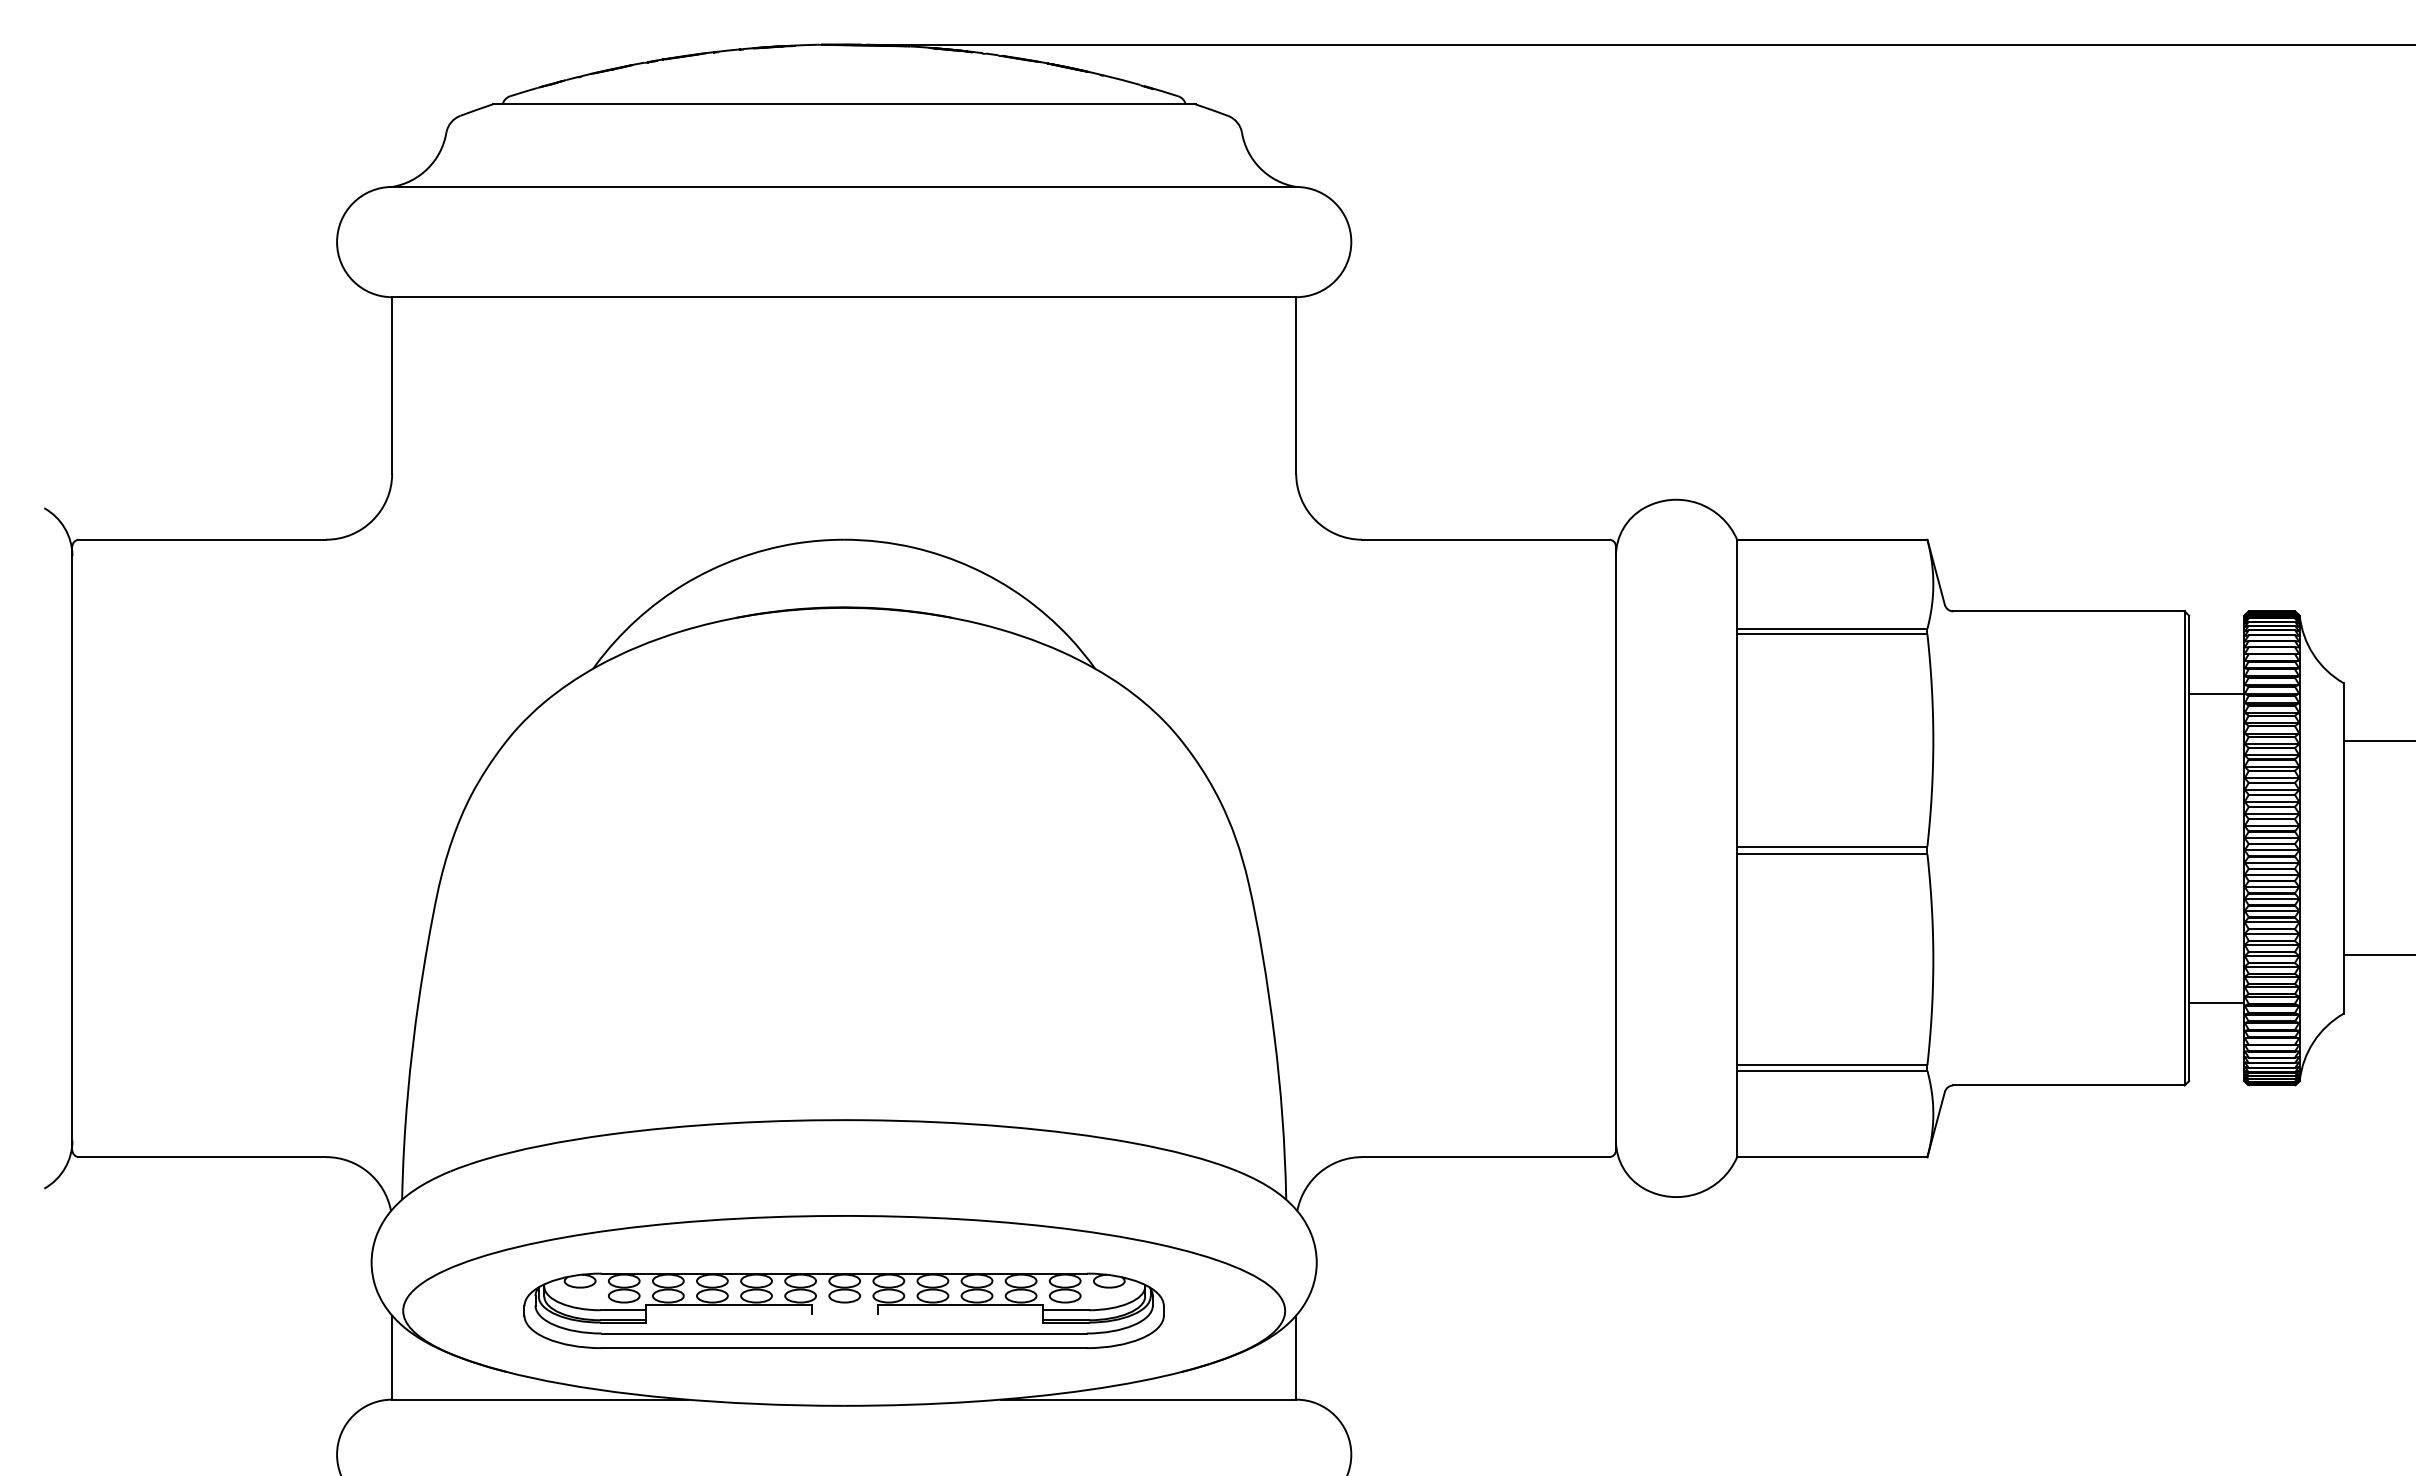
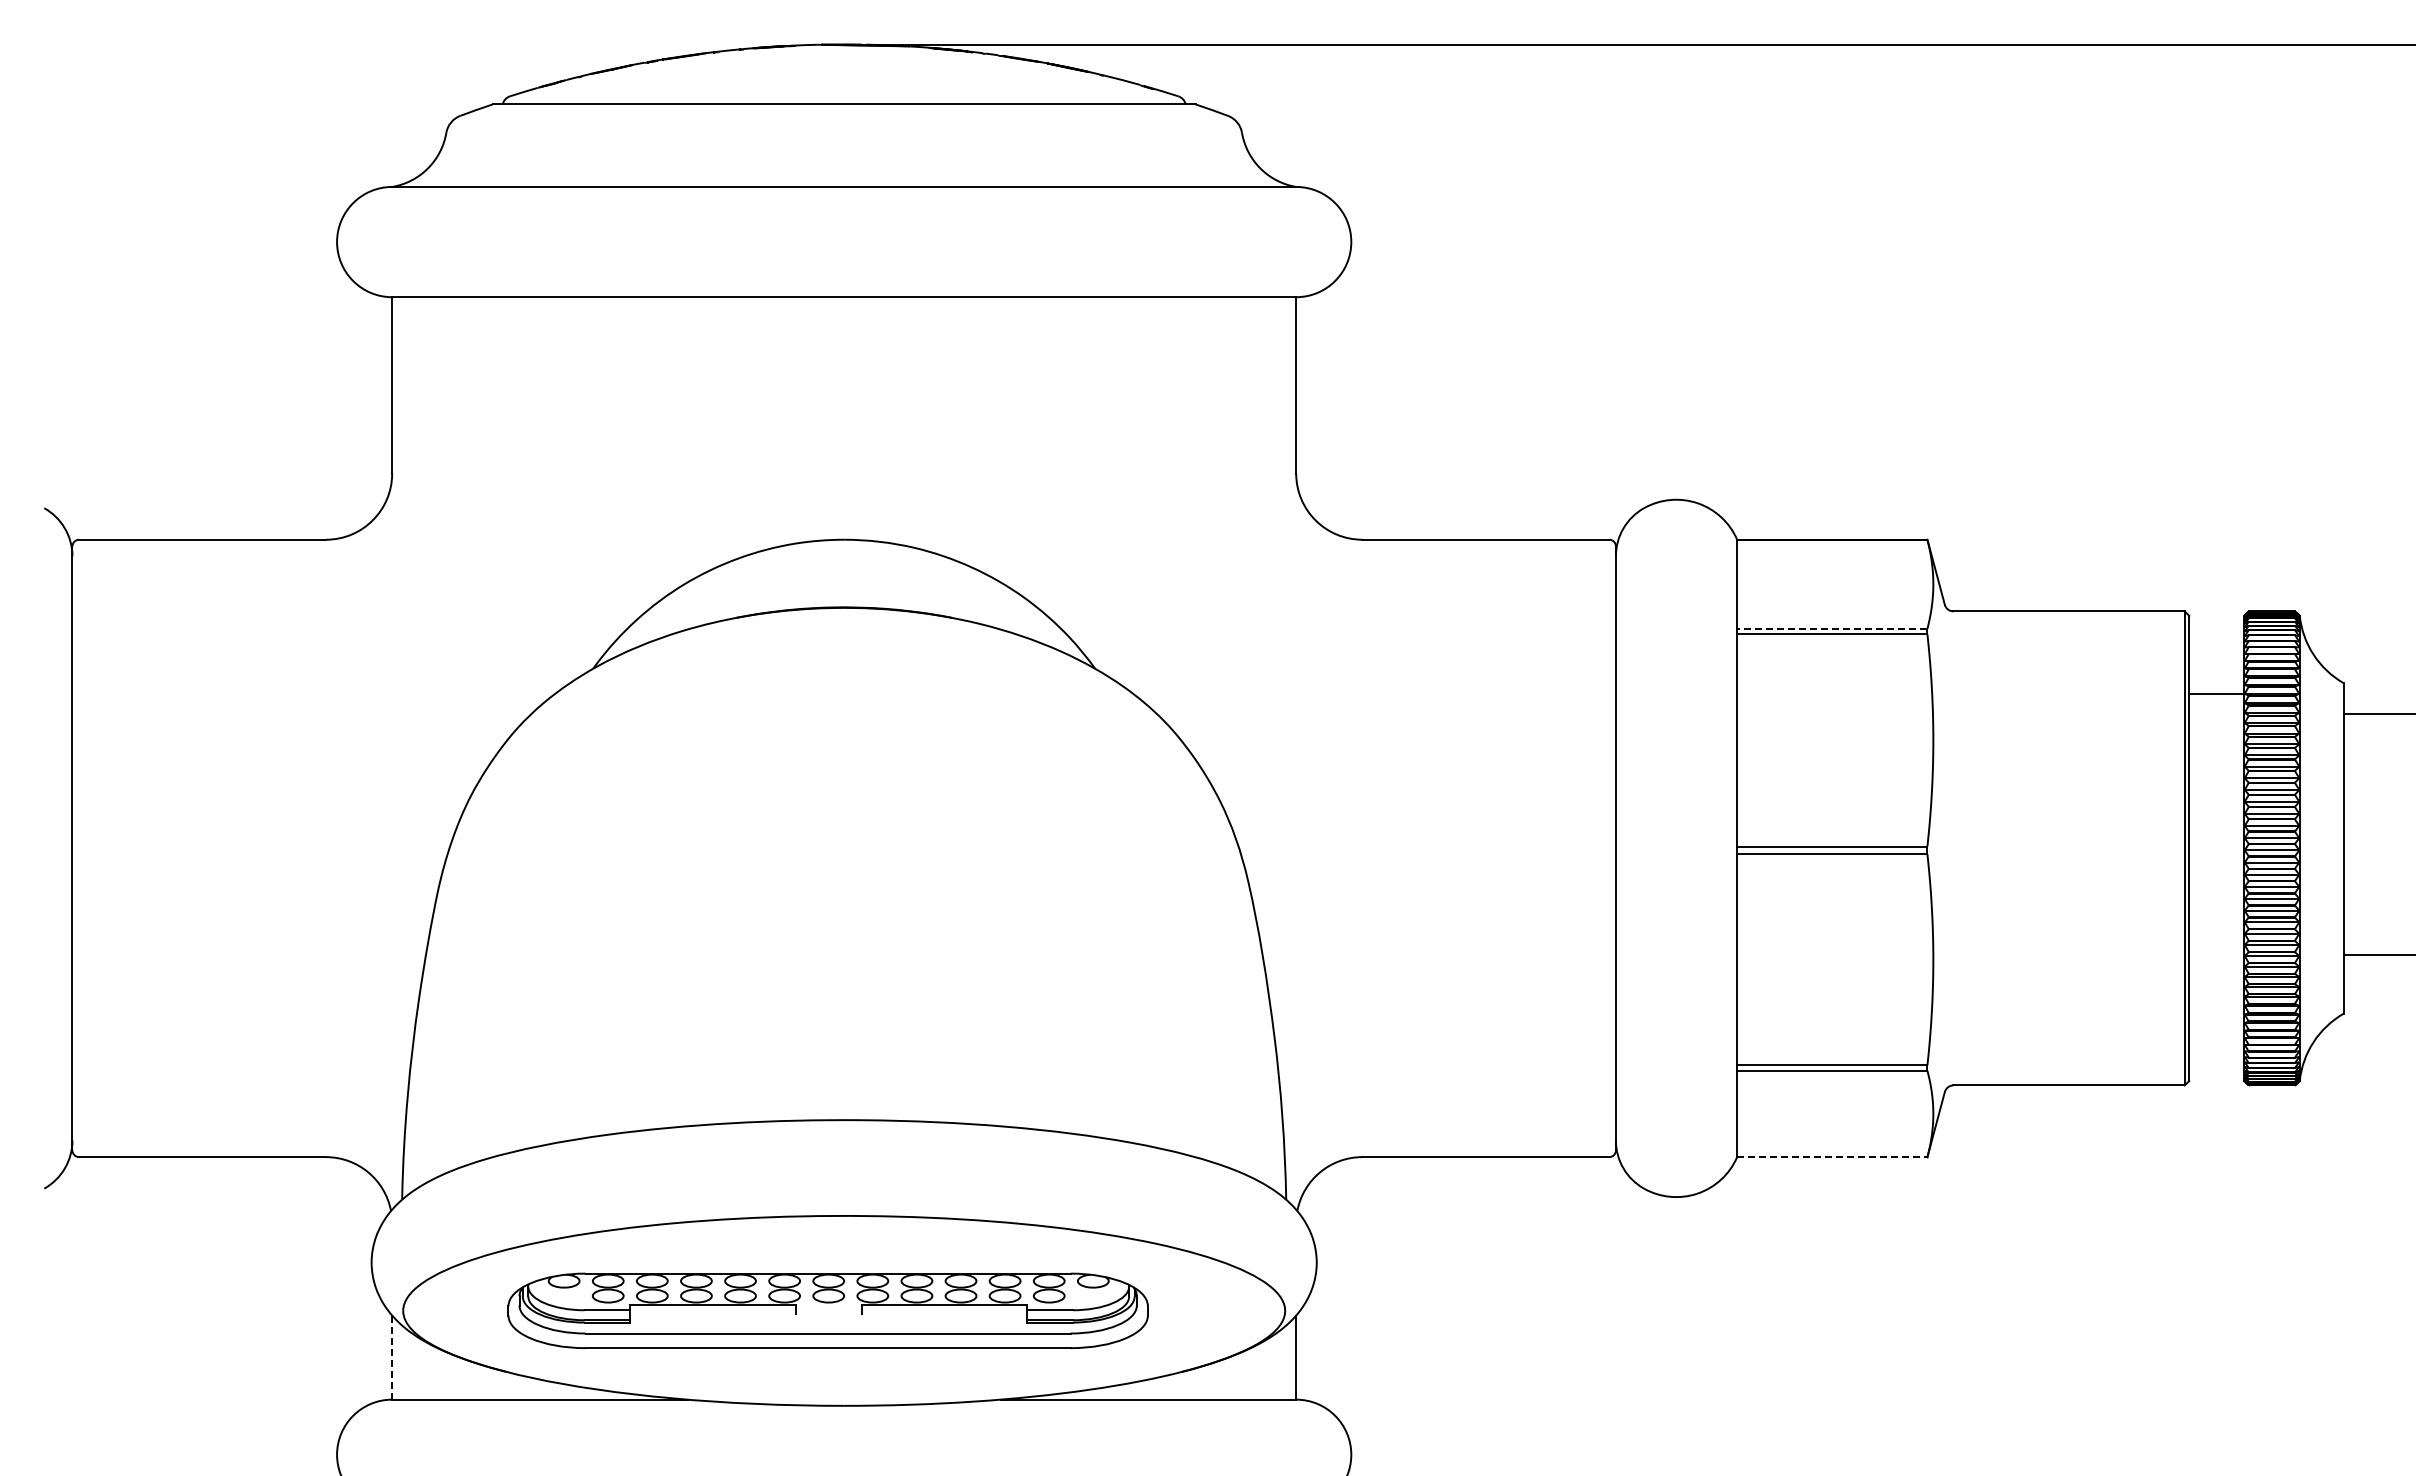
line at (1831, 628): solid -> dashed
line at (2377, 741) position: (2377, 741) -> (2377, 714)
line at (2216, 1002): present -> none
line at (1832, 1157): solid -> dashed
part at (843, 1310) position: (843, 1310) -> (827, 1310)
line at (392, 1357): solid -> dashed
